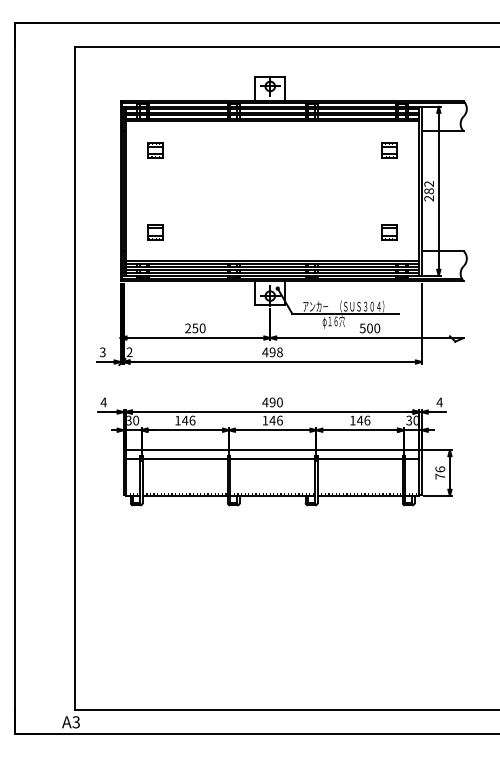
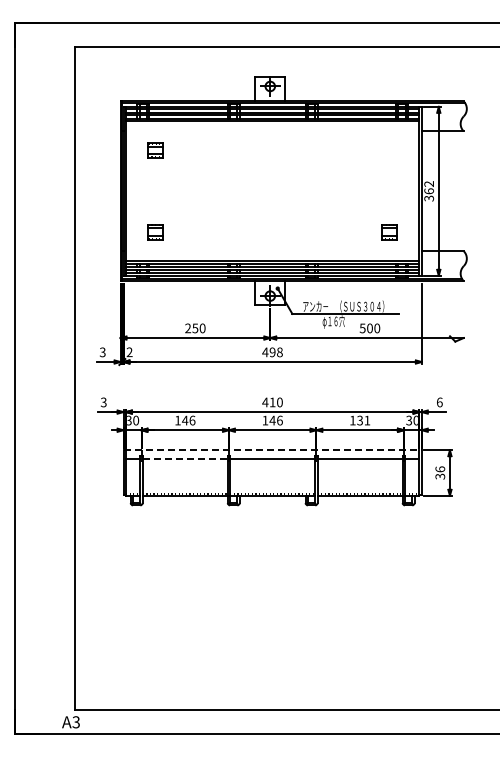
part at (389, 150): present -> none
text at (429, 194): 282 -> 362
text at (103, 402): 4 -> 3
text at (272, 402): 490 -> 410
text at (439, 402): 4 -> 6
text at (363, 420): 146 -> 131
line at (273, 450): solid -> dashed
line at (185, 459): solid -> dashed
text at (440, 476): 76 -> 36
